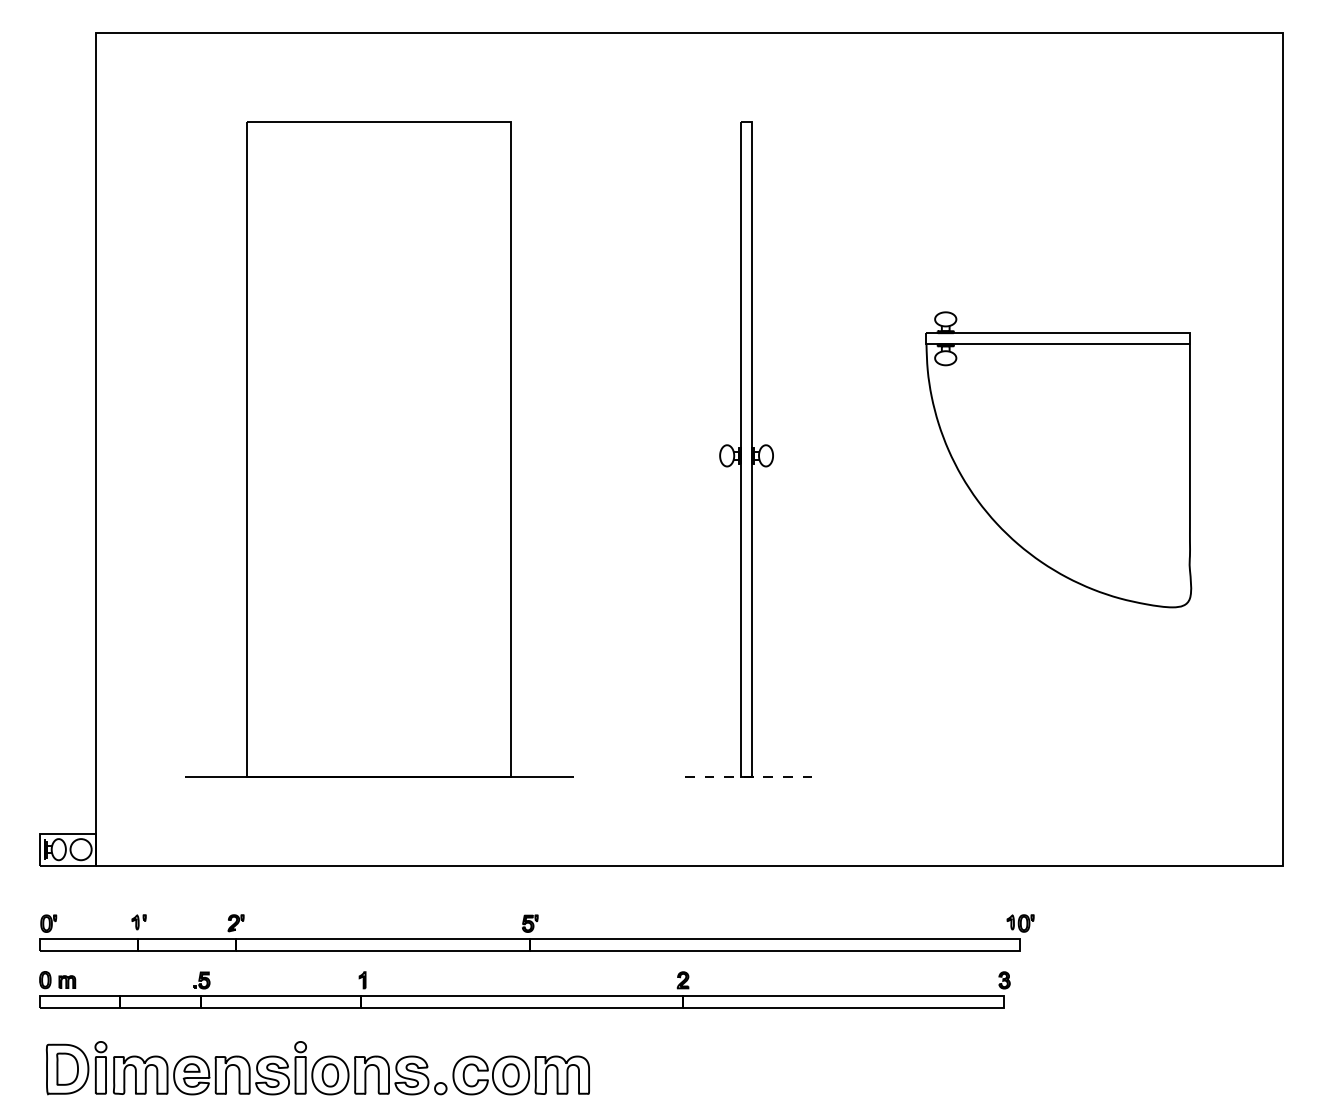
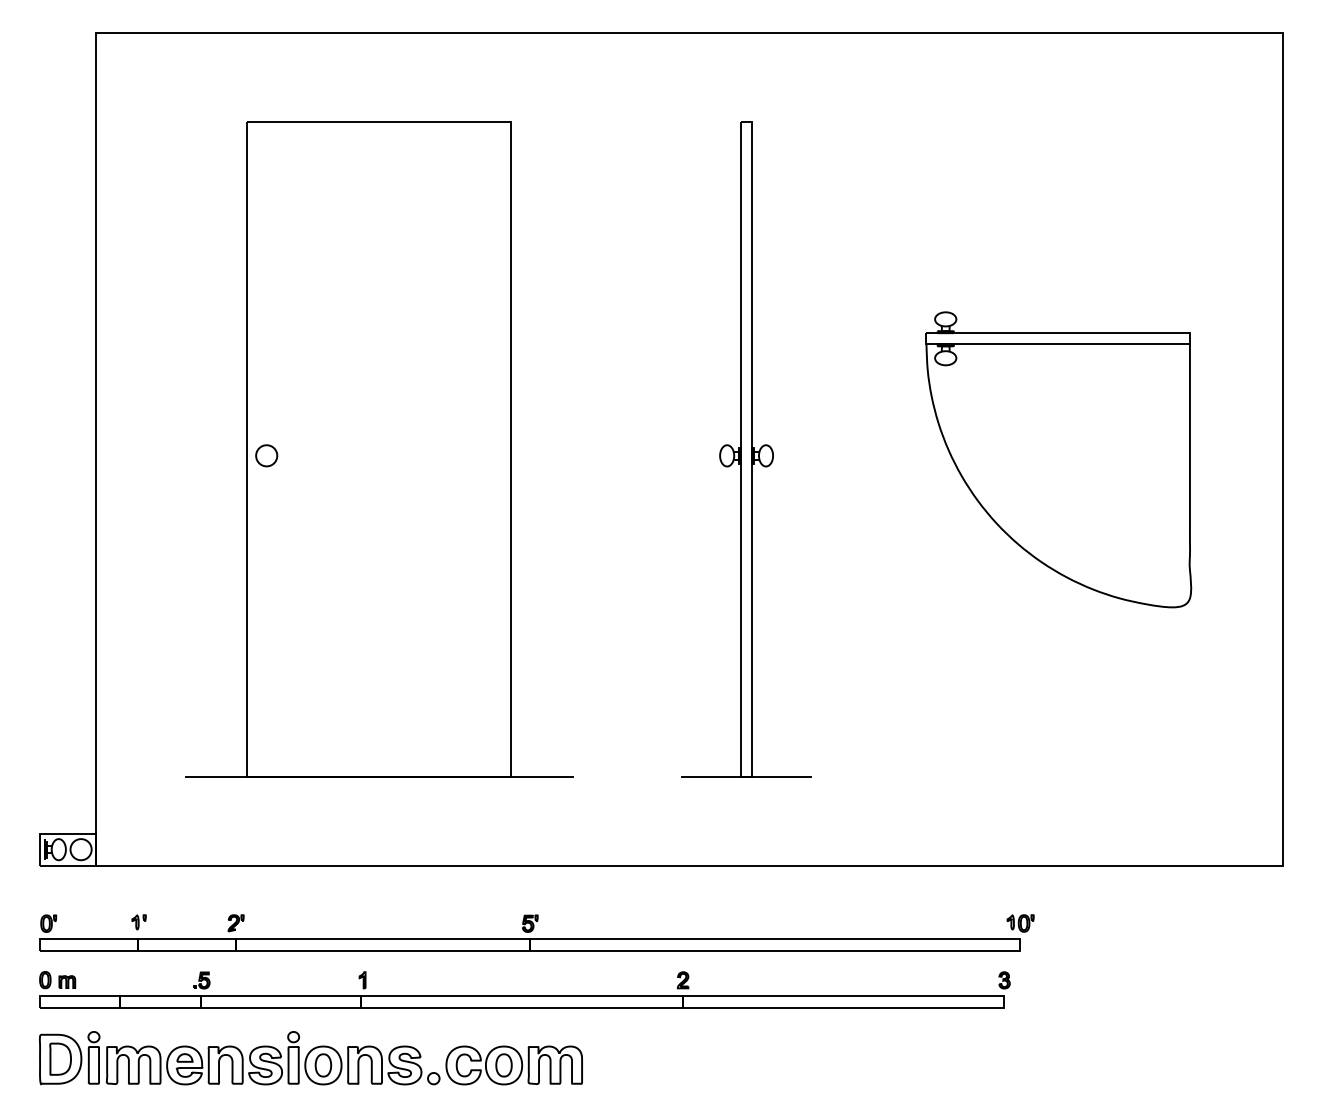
circle at (266, 455): none -> present
line at (746, 777): dashed -> solid
part at (317, 1068) position: (317, 1068) -> (310, 1058)
